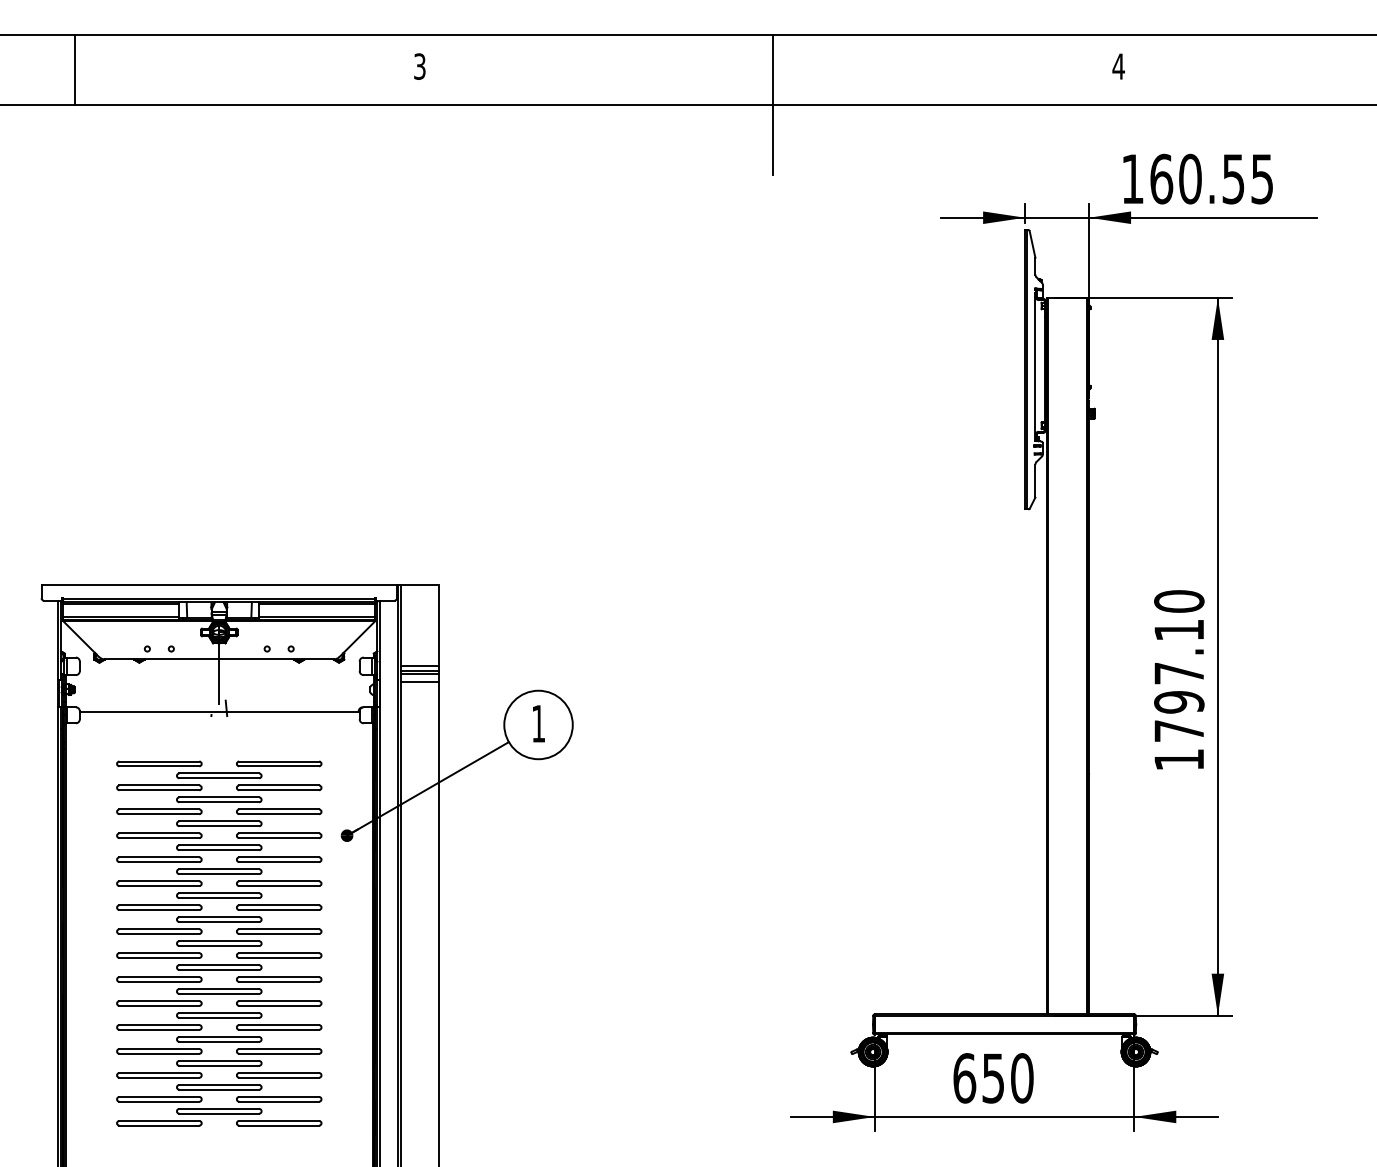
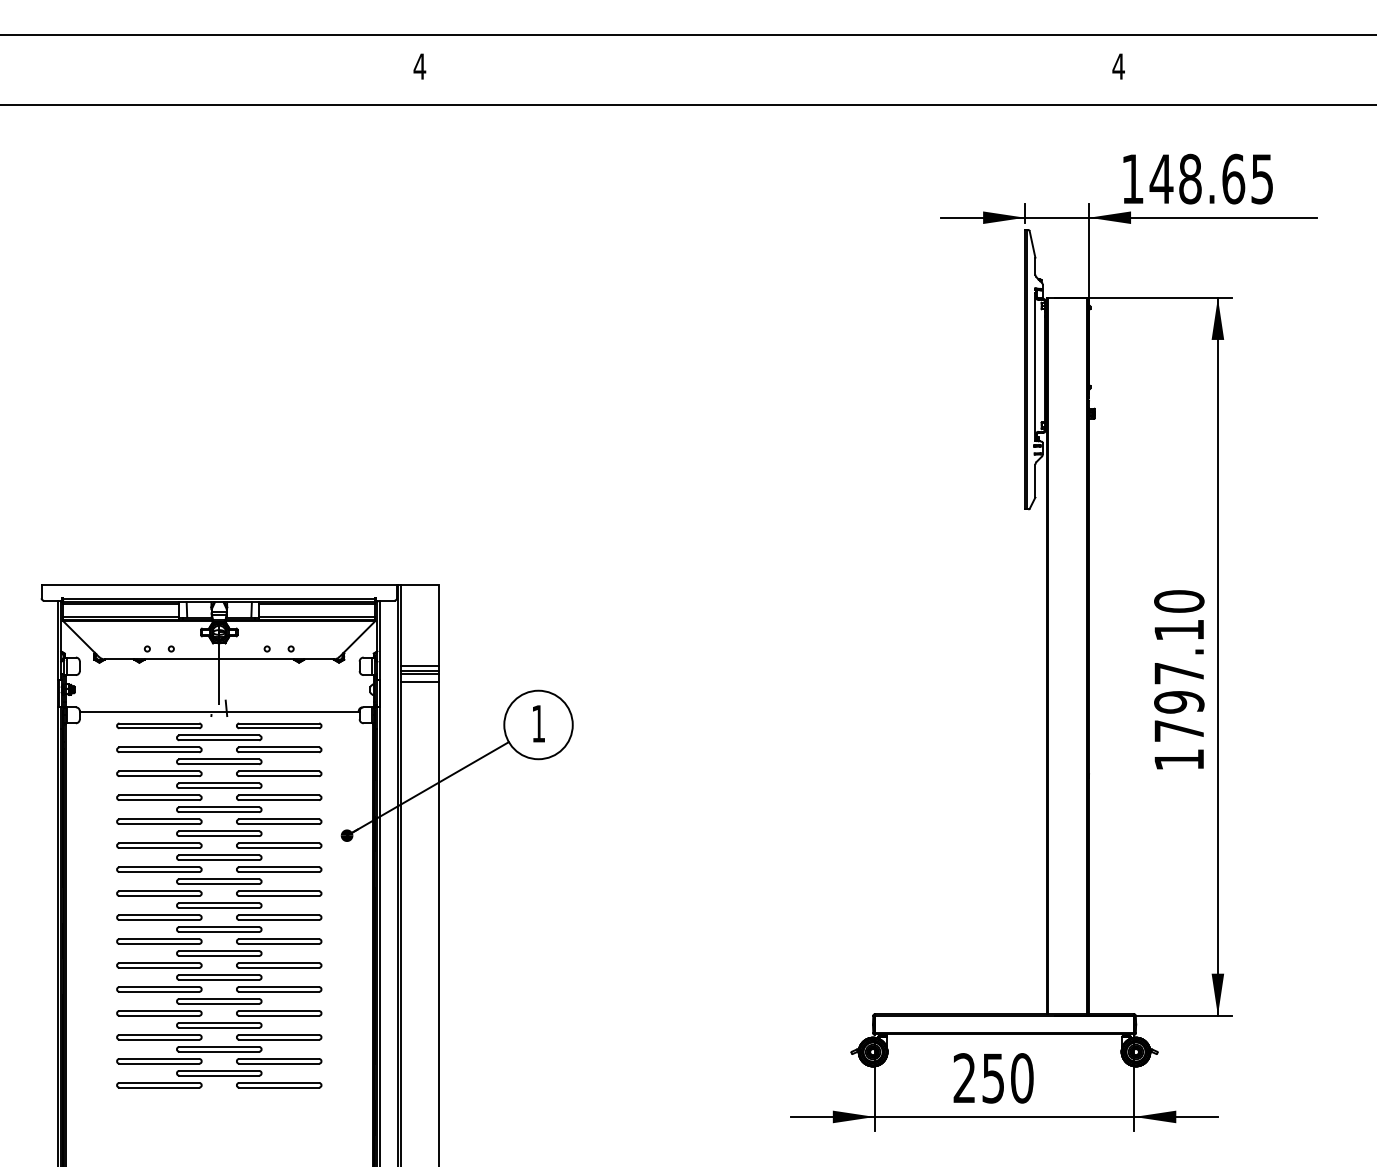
text at (419, 66): 3 -> 4
line at (74, 69): present -> none
line at (773, 104): present -> none
text at (1197, 178): 160.55 -> 148.65
part at (219, 943) position: (219, 943) -> (219, 905)
text at (964, 1078): 650 -> 250
